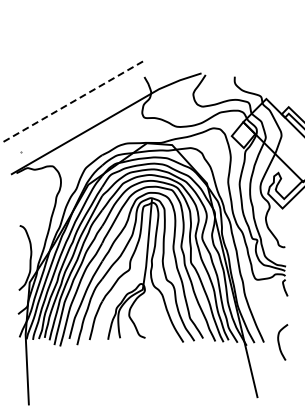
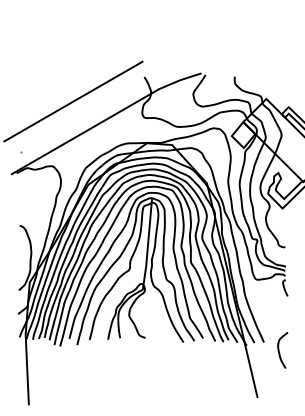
line at (73, 101): dashed -> solid
curve at (279, 342) position: (279, 342) -> (279, 350)
